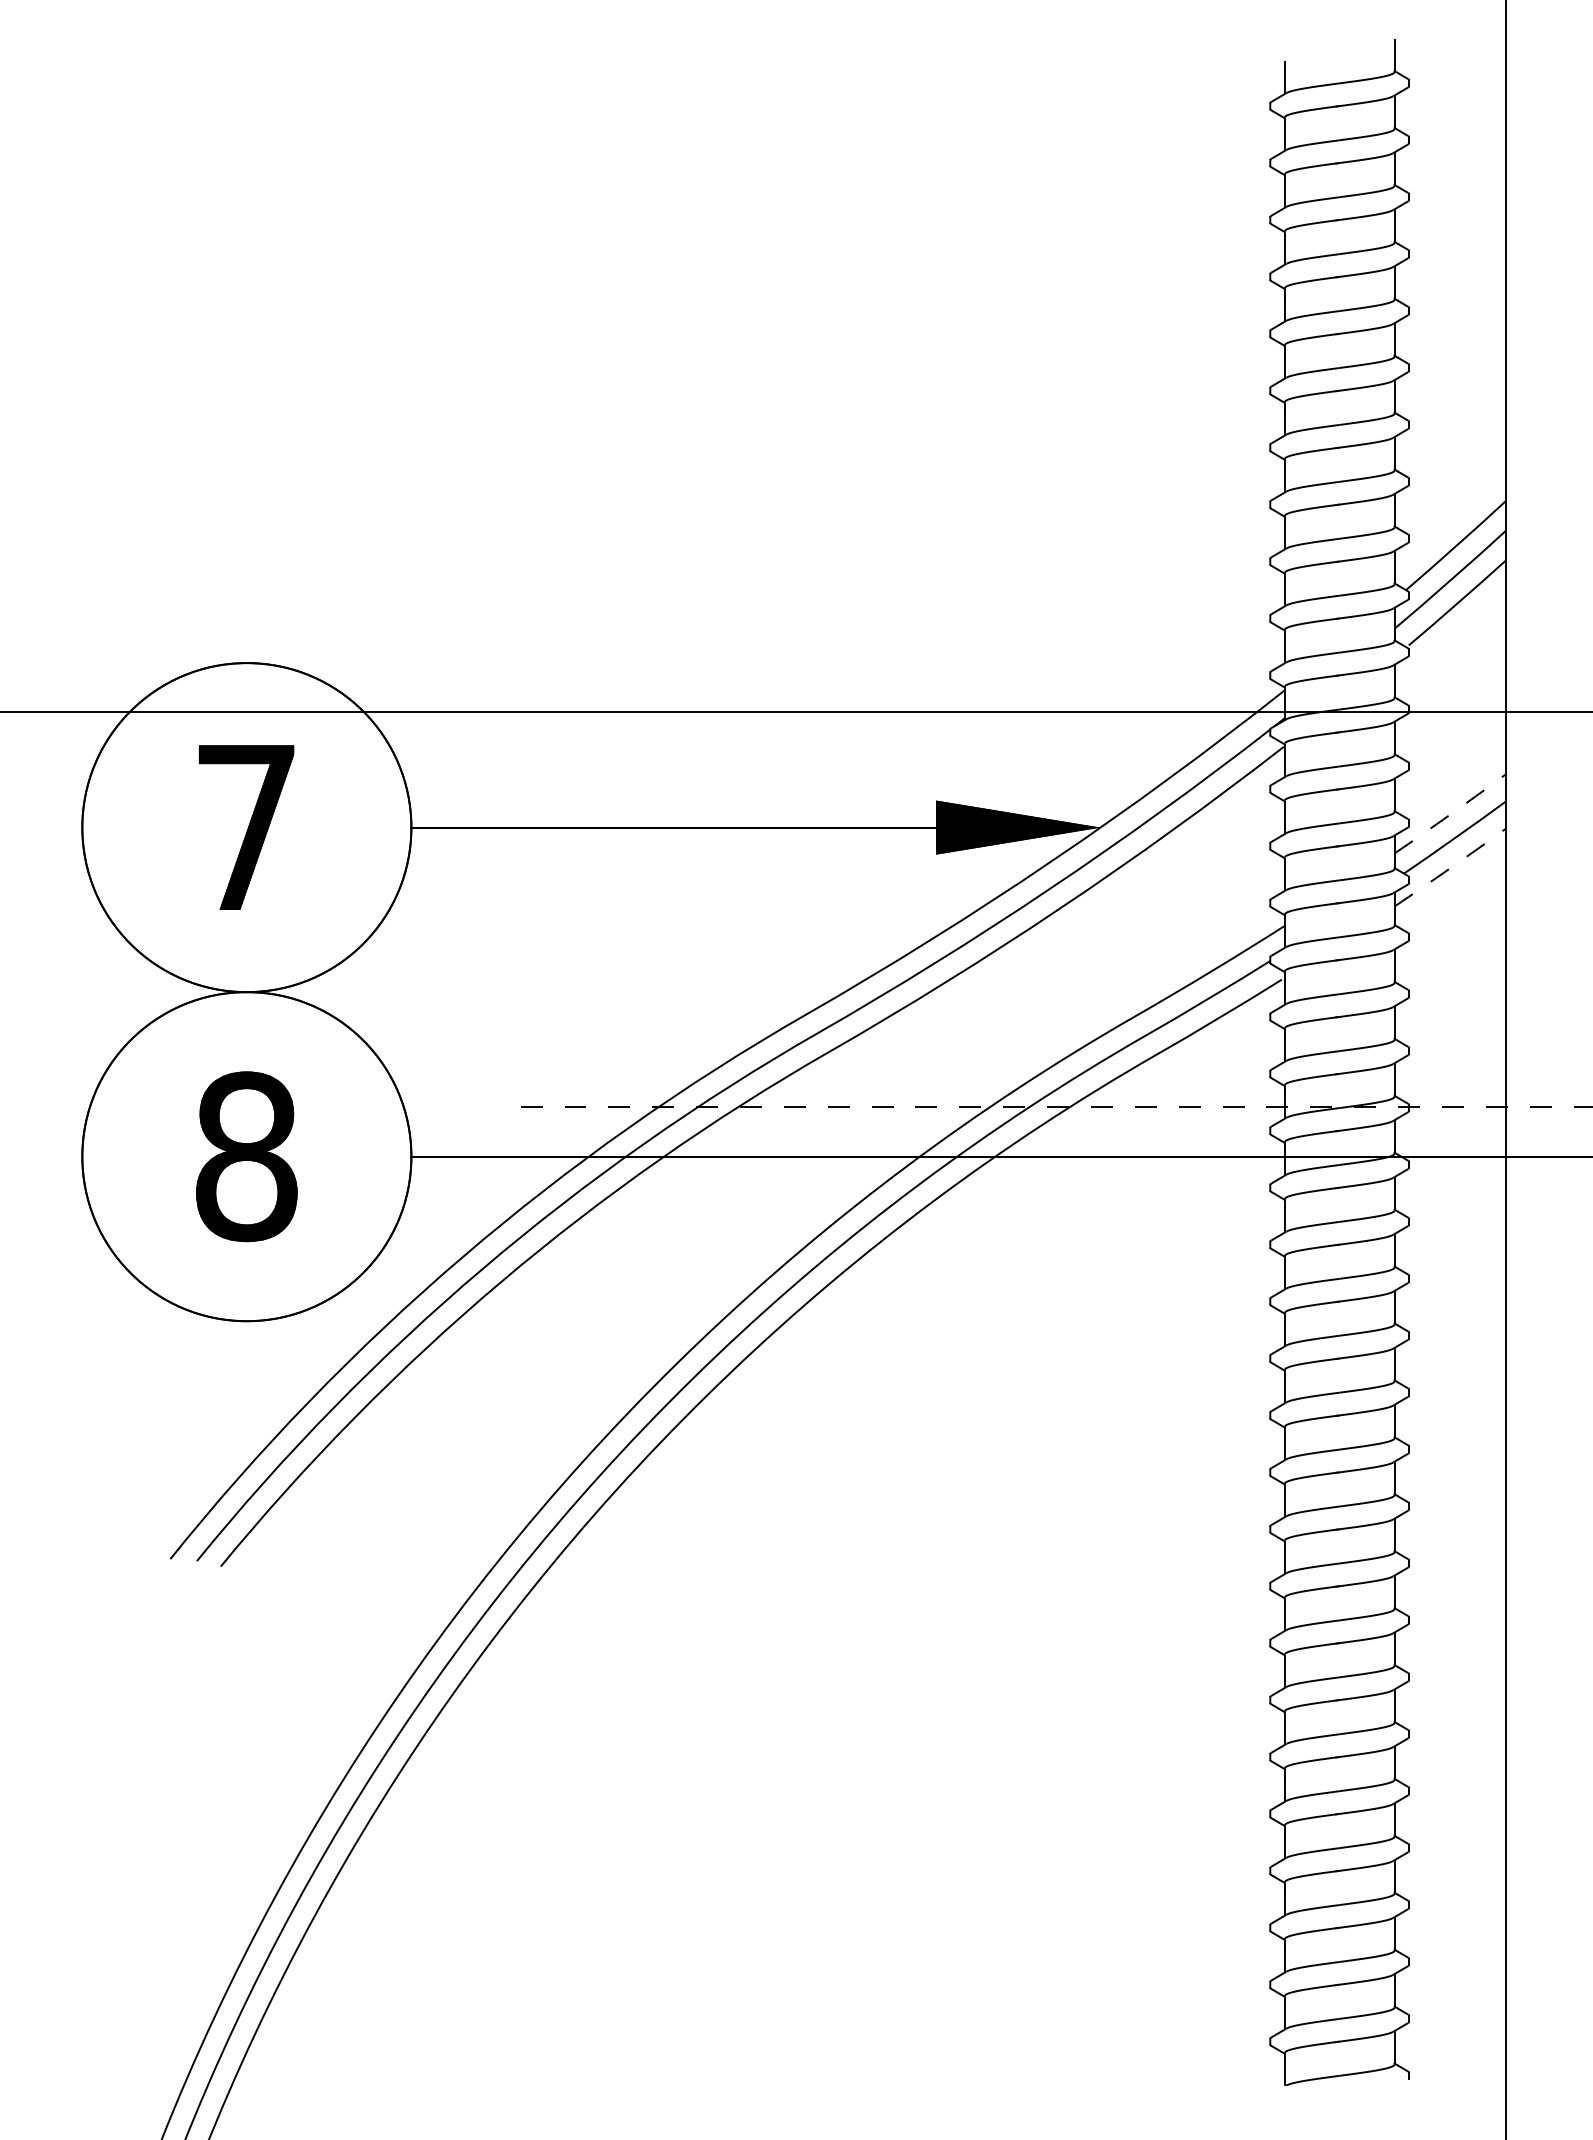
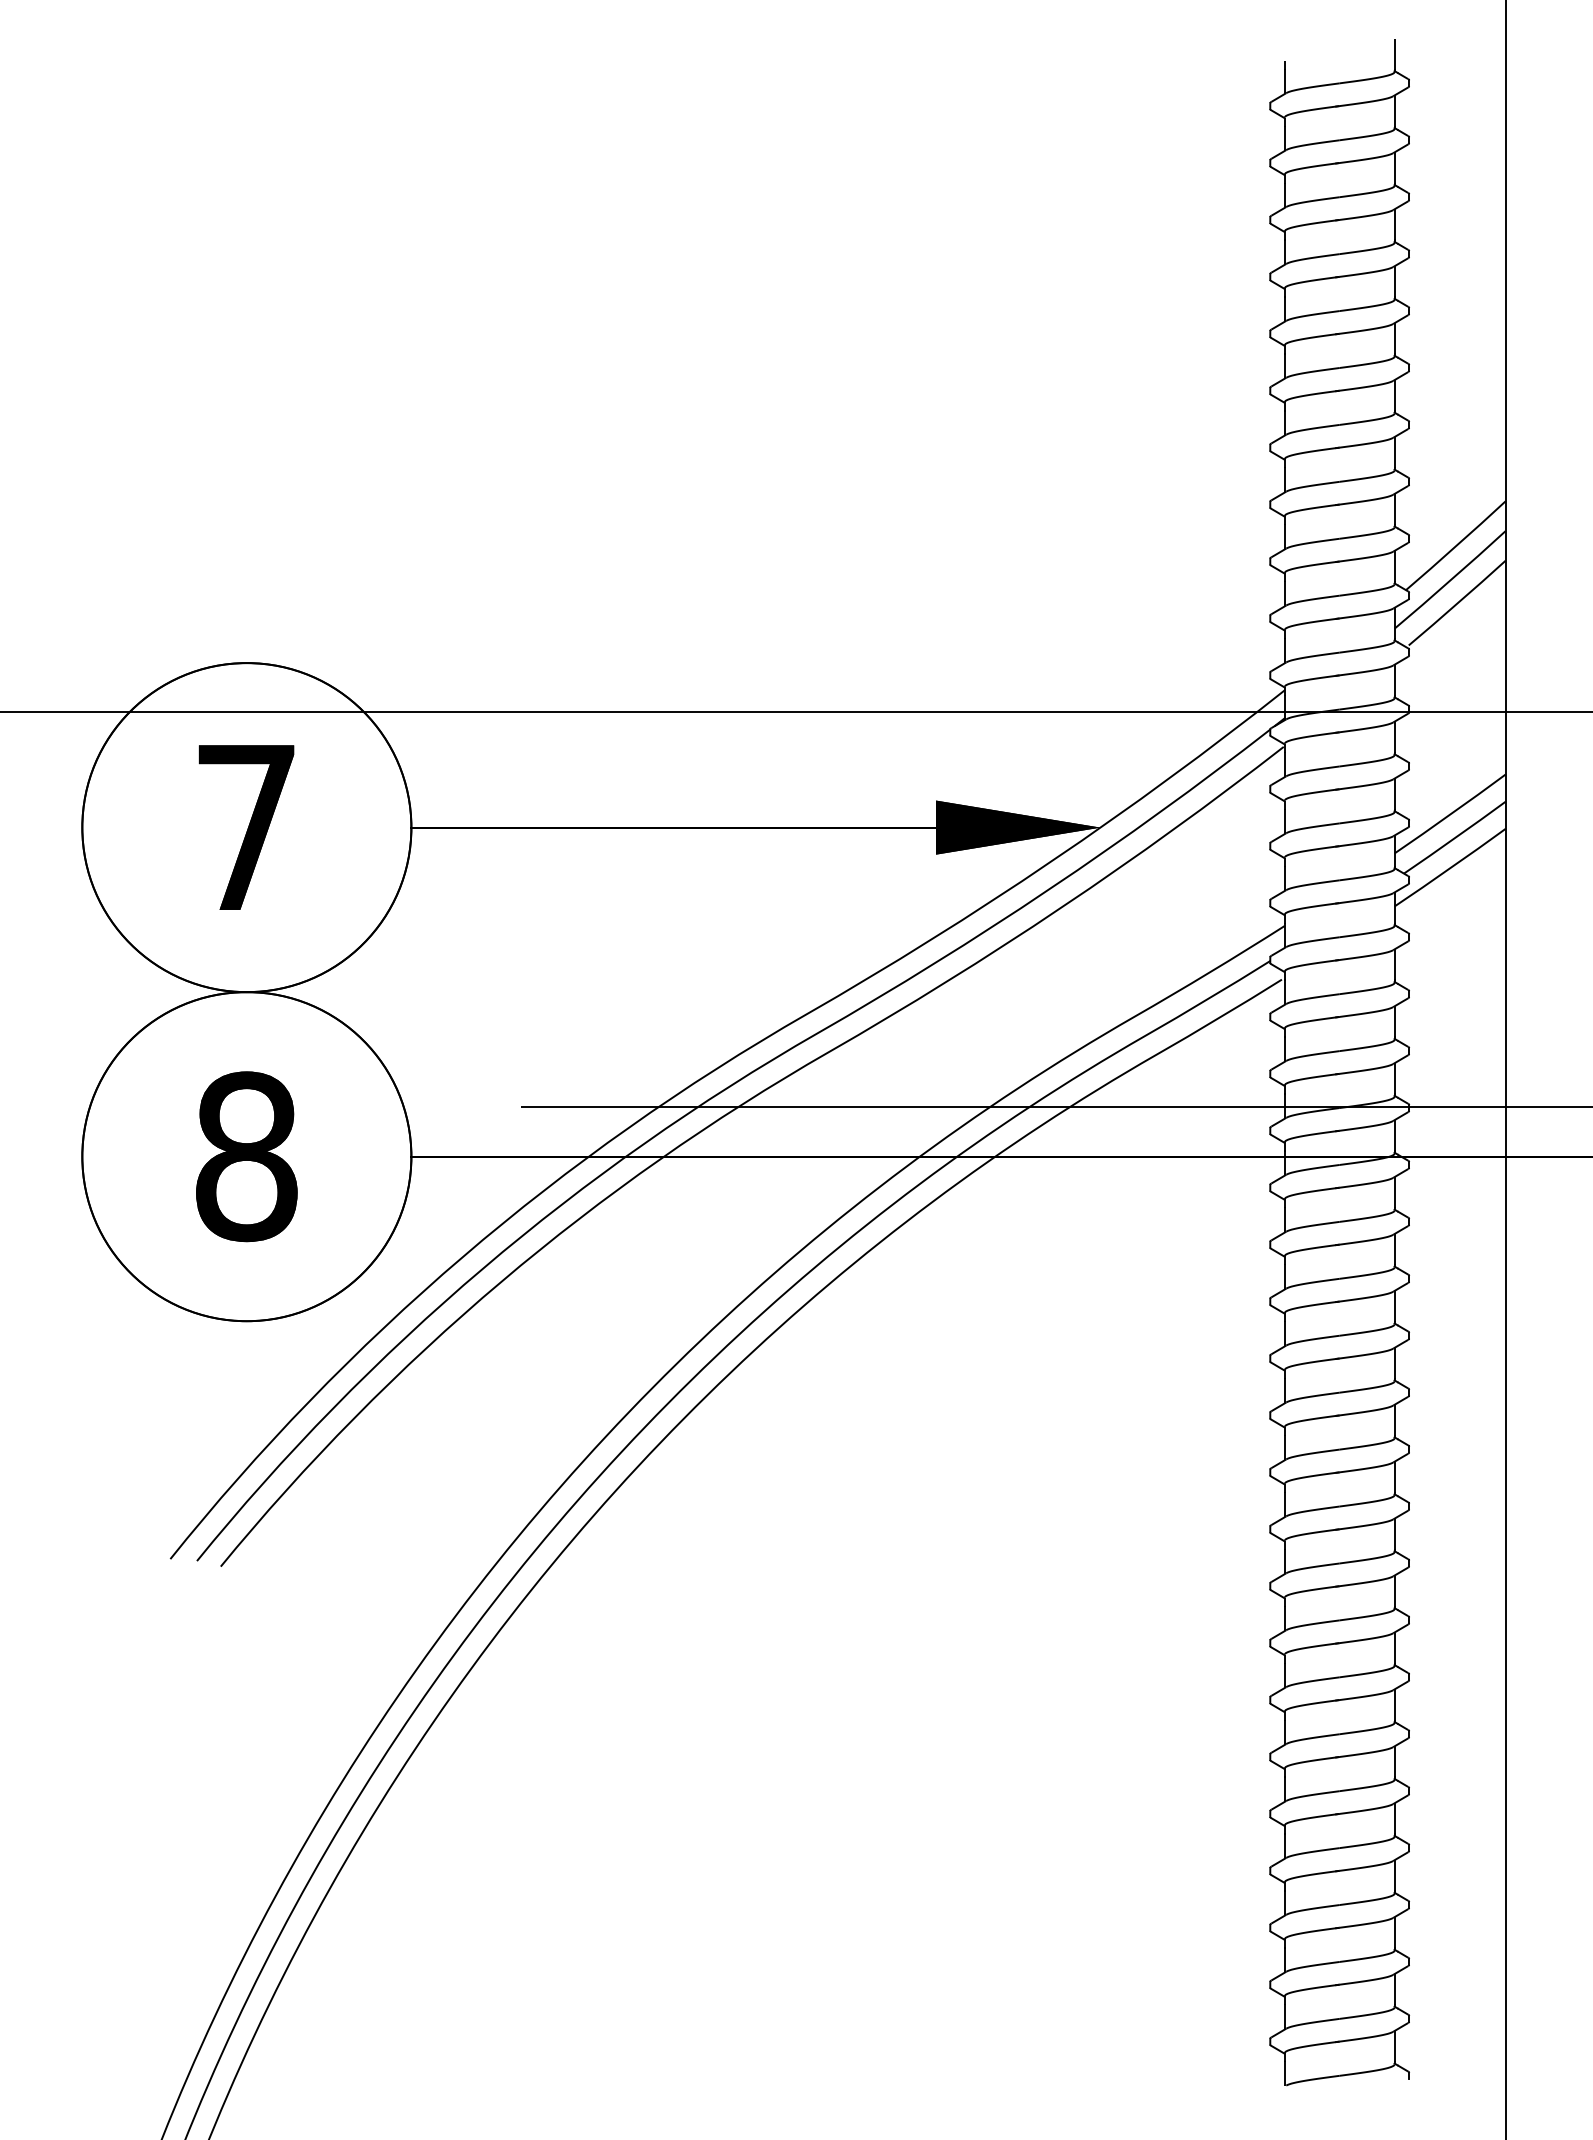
line at (1450, 814): dashed -> solid
line at (1450, 868): dashed -> solid
line at (1056, 1107): dashed -> solid
